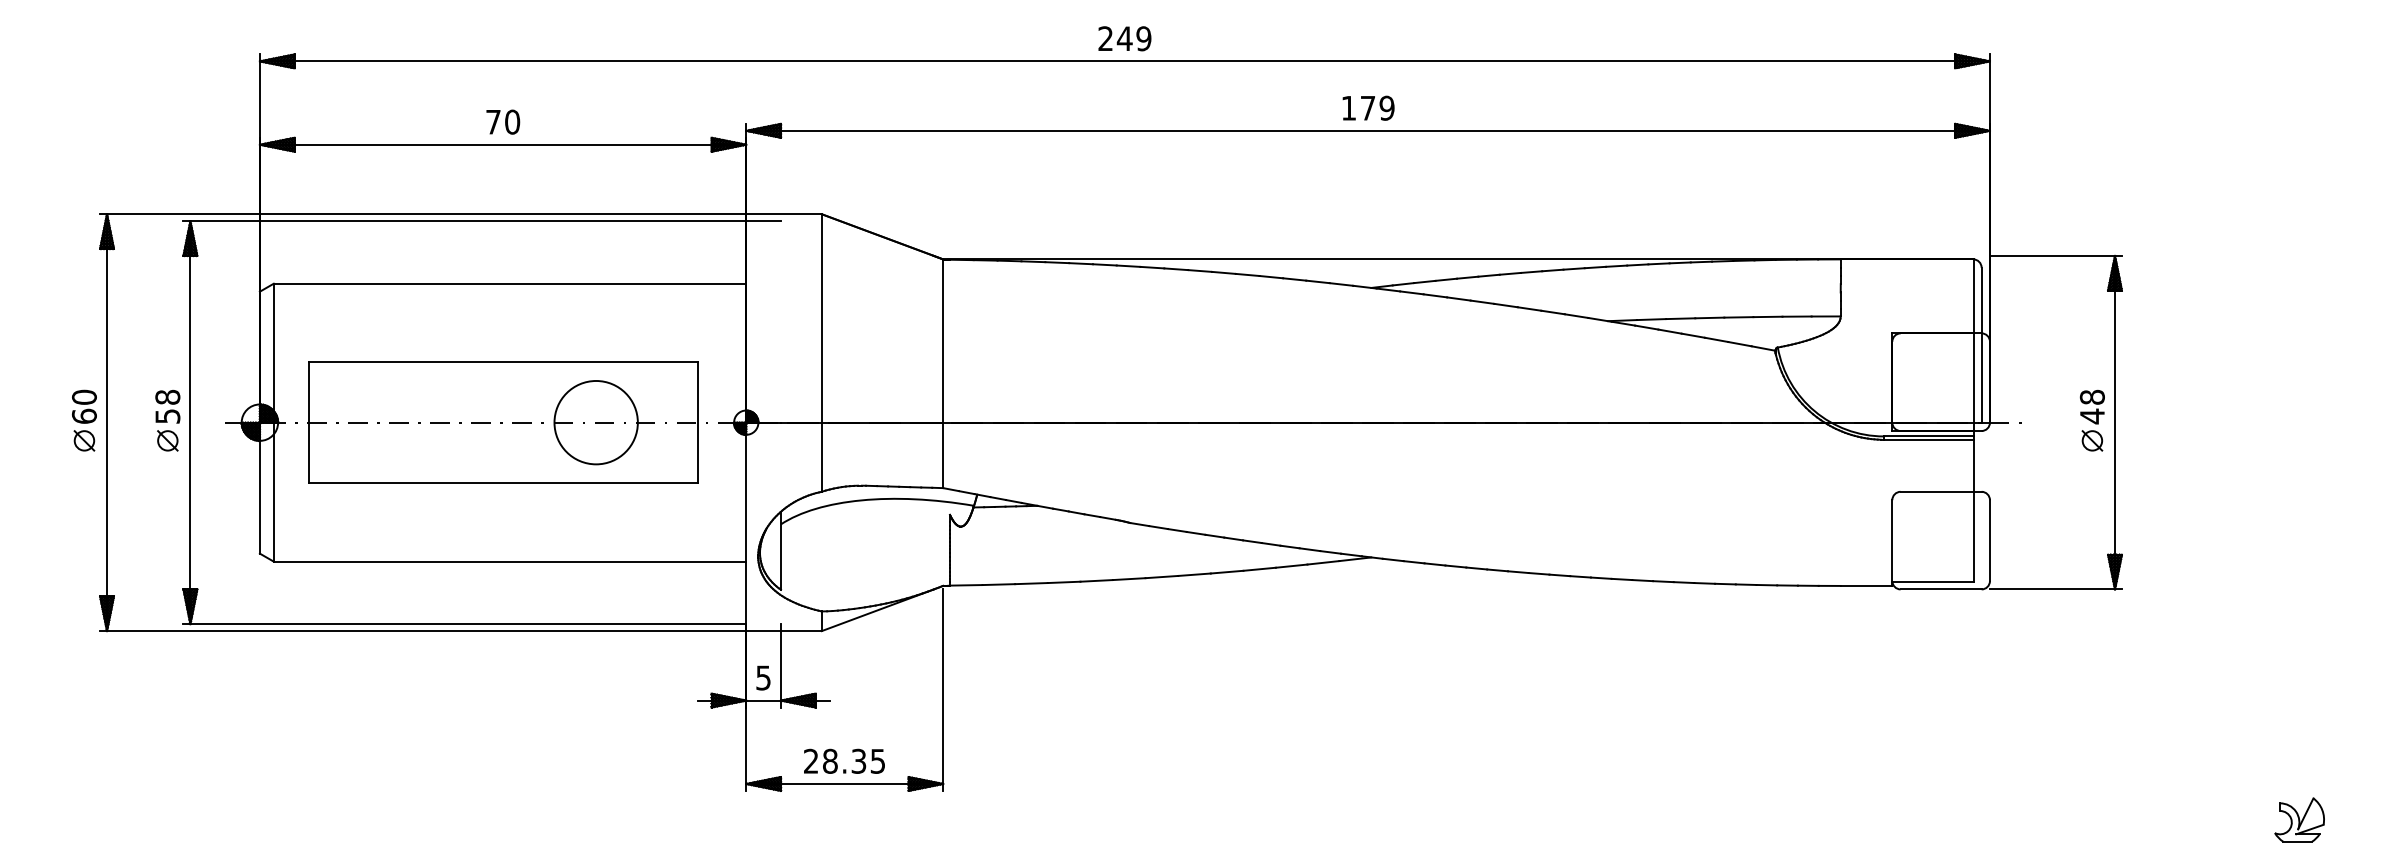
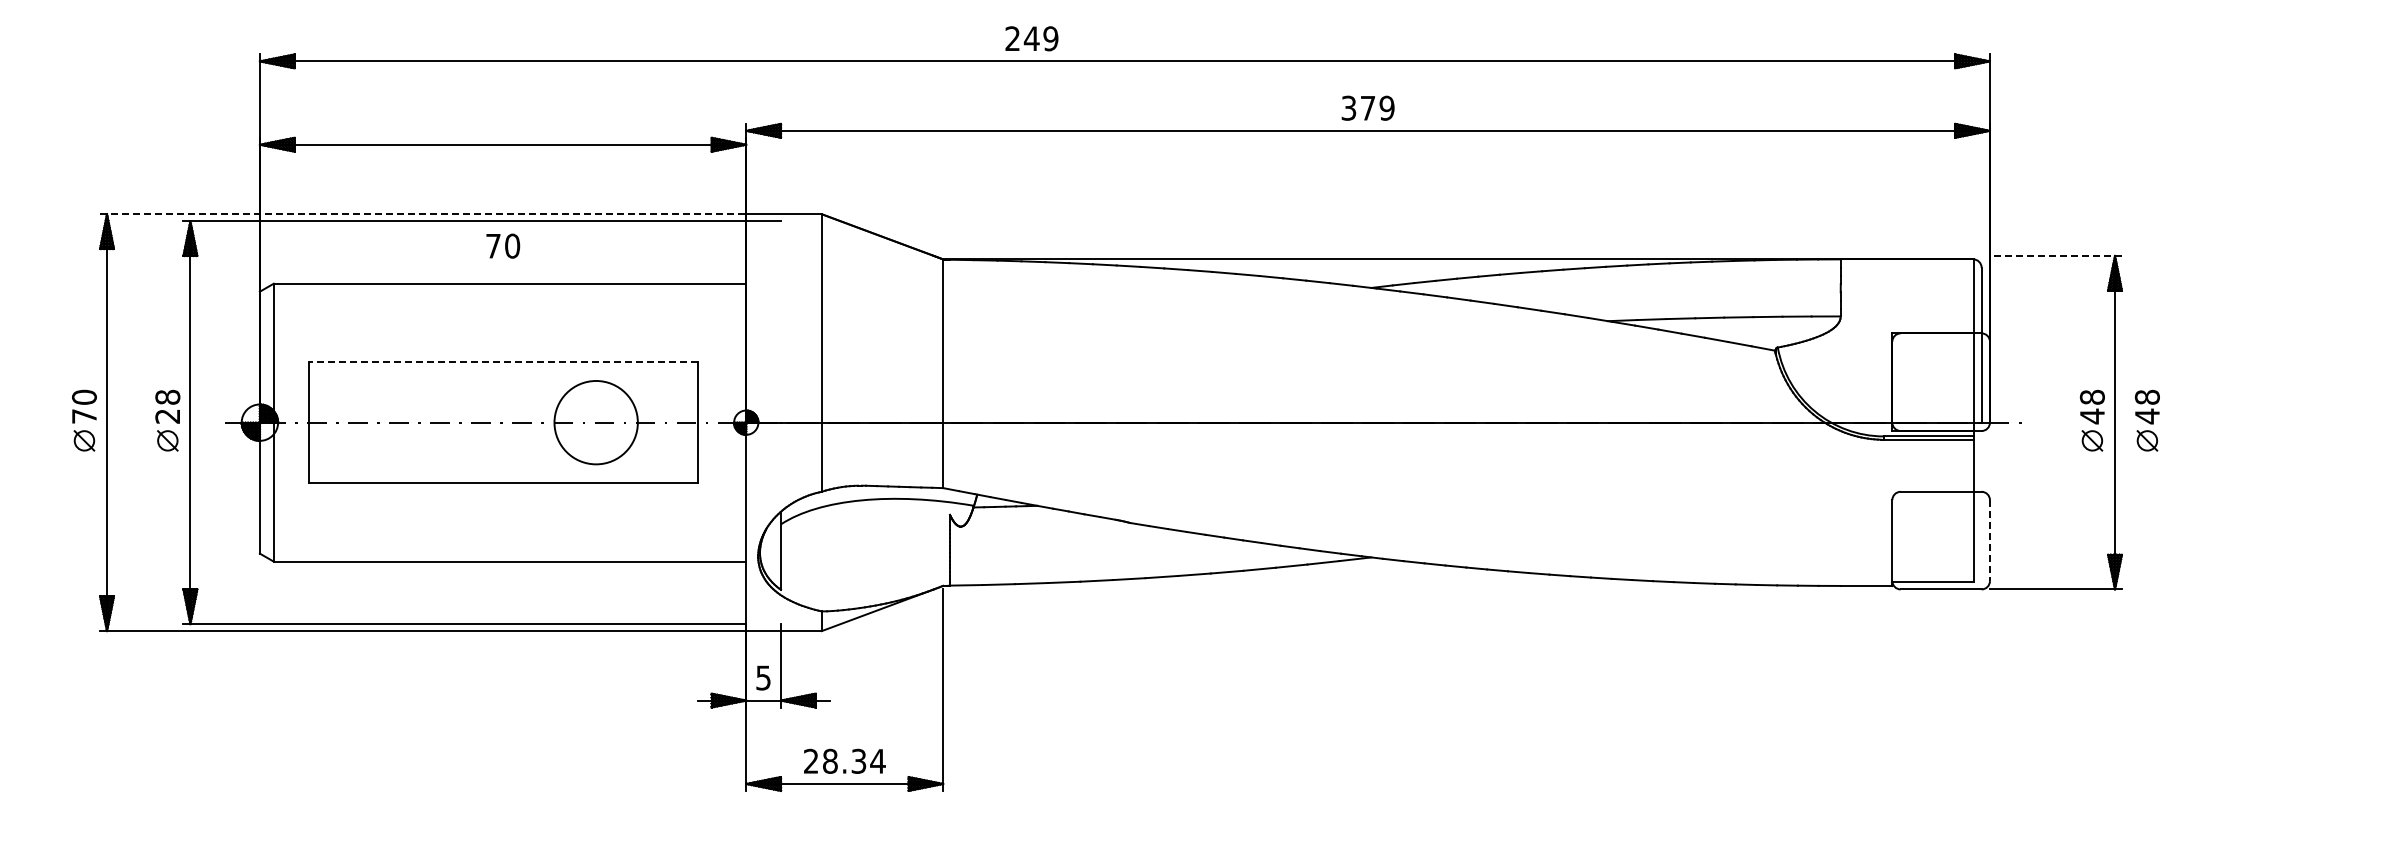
text at (1124, 38) position: (1124, 38) -> (1031, 38)
text at (1348, 107): 179 -> 379
text at (503, 121) position: (503, 121) -> (503, 245)
line at (423, 214): solid -> dashed
line at (2055, 255): solid -> dashed
line at (503, 362): solid -> dashed
text at (83, 415): 60 -> 70
text at (167, 416): 58 -> 28
part at (2146, 420): none -> present
line at (1989, 541): solid -> dashed
text at (877, 761): 28.35 -> 28.34
part at (2299, 819): present -> none
